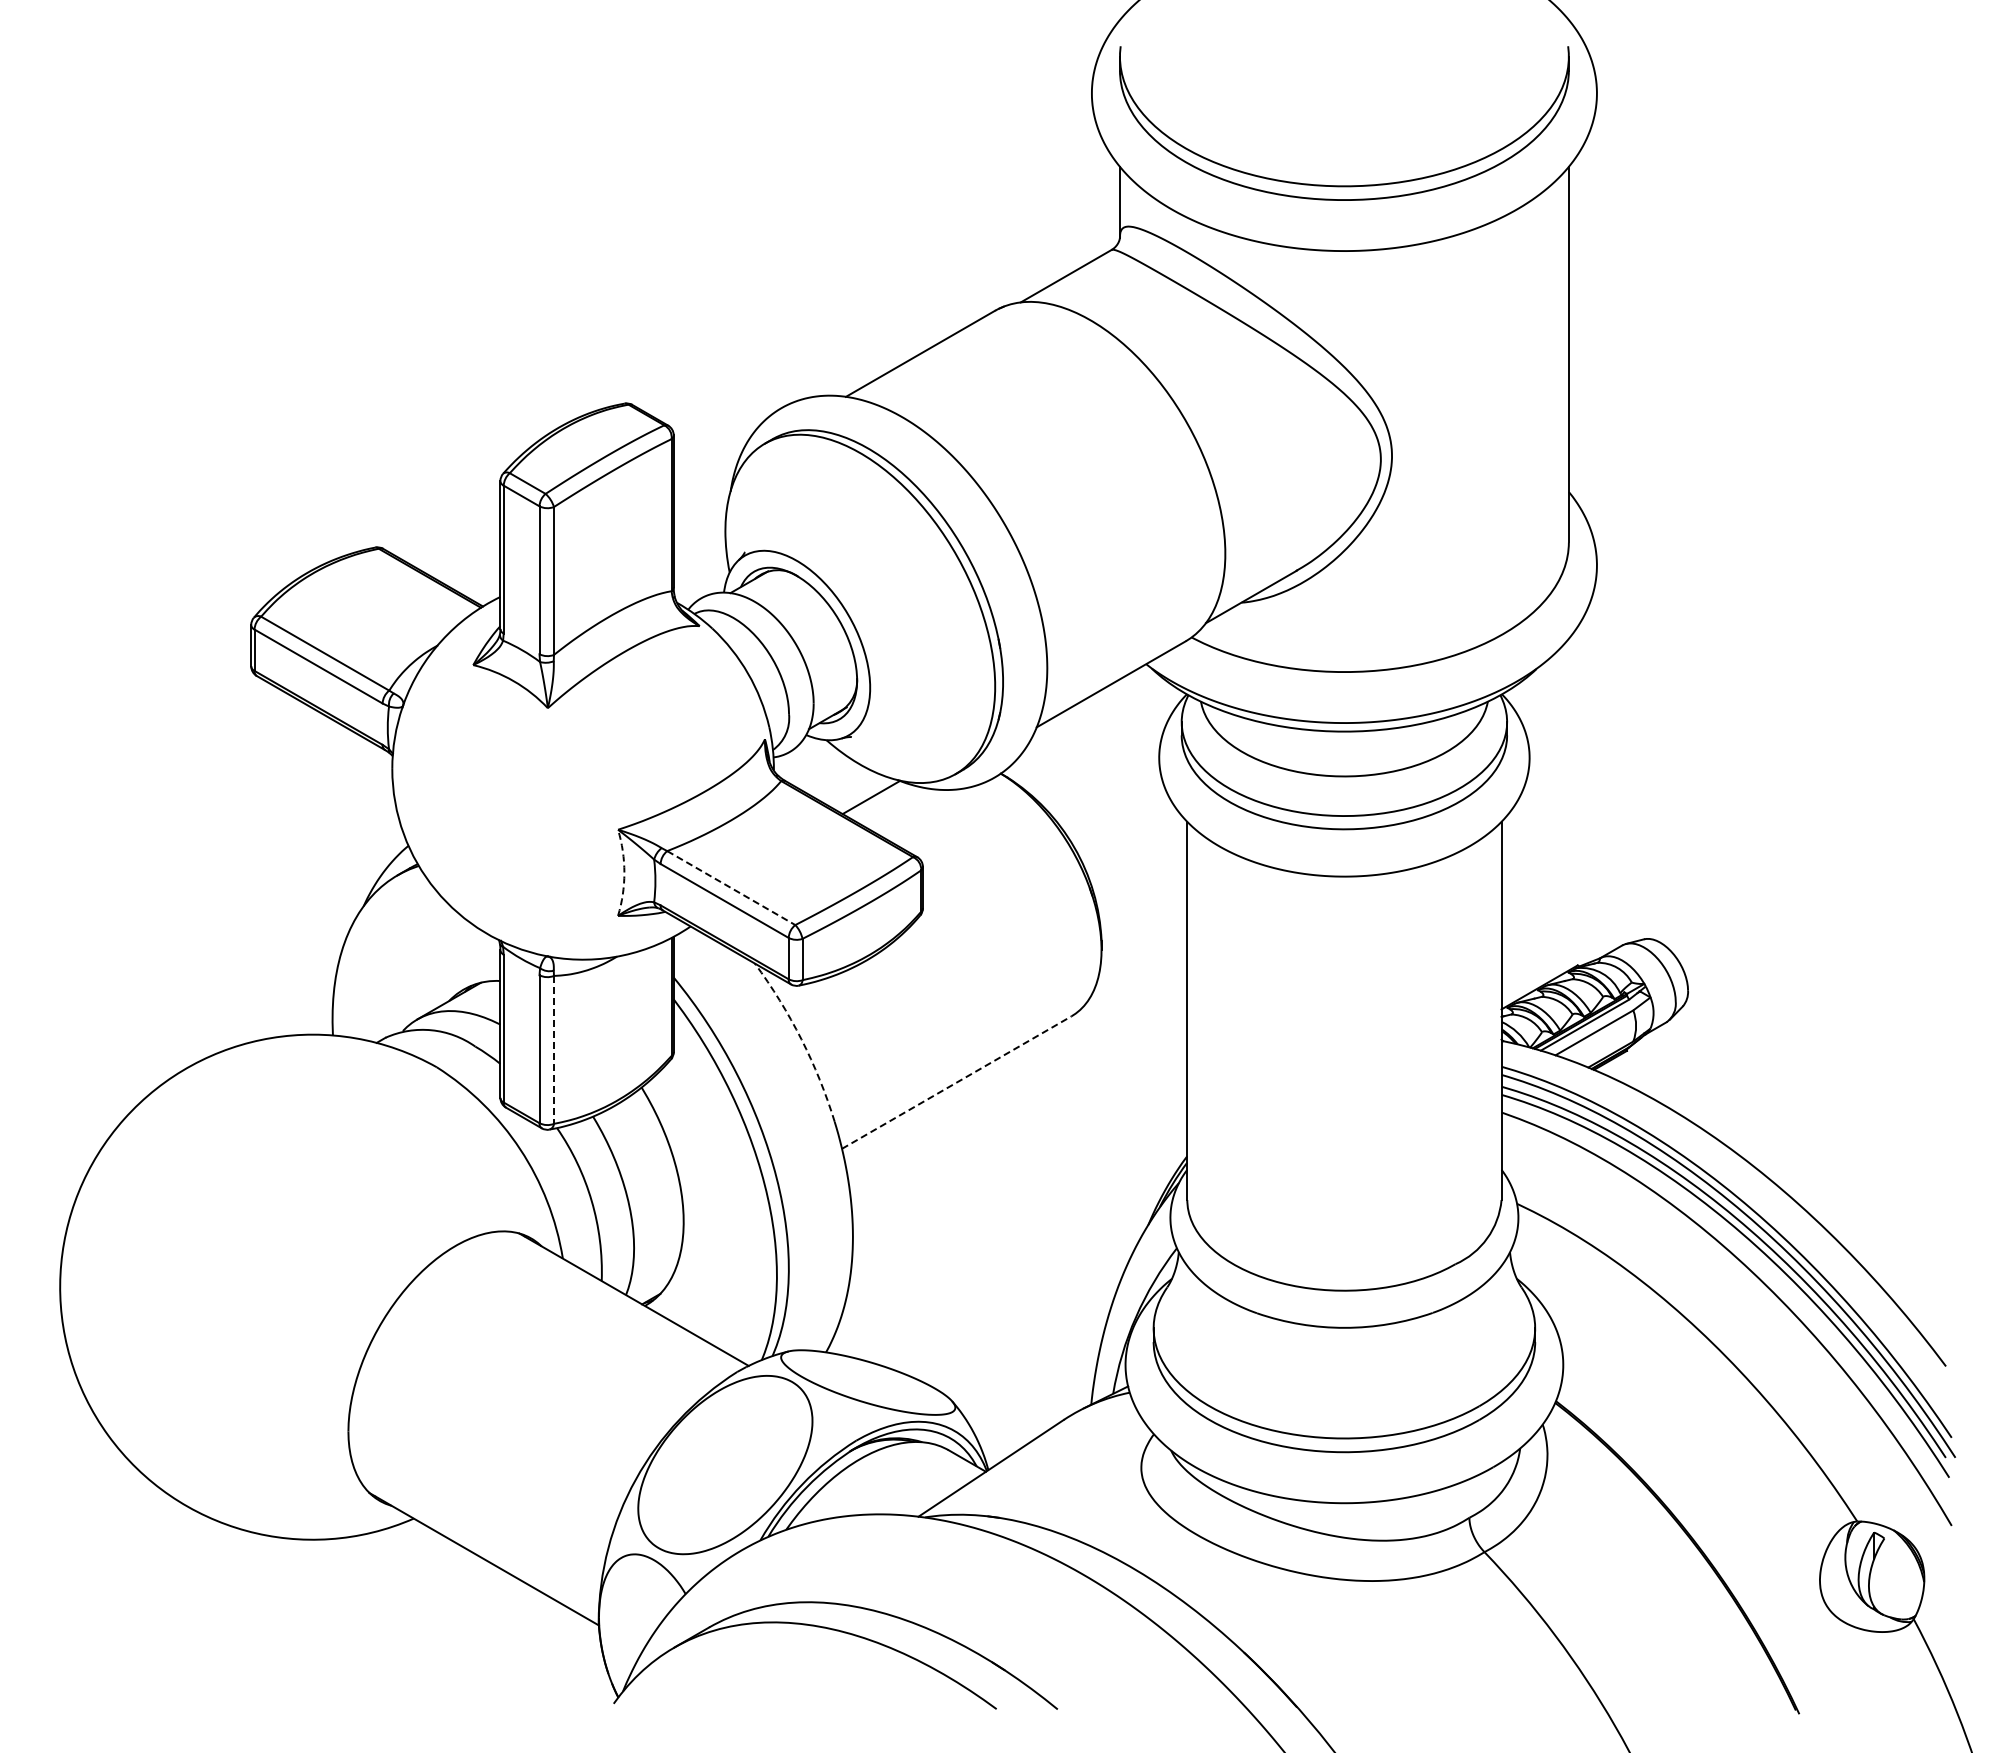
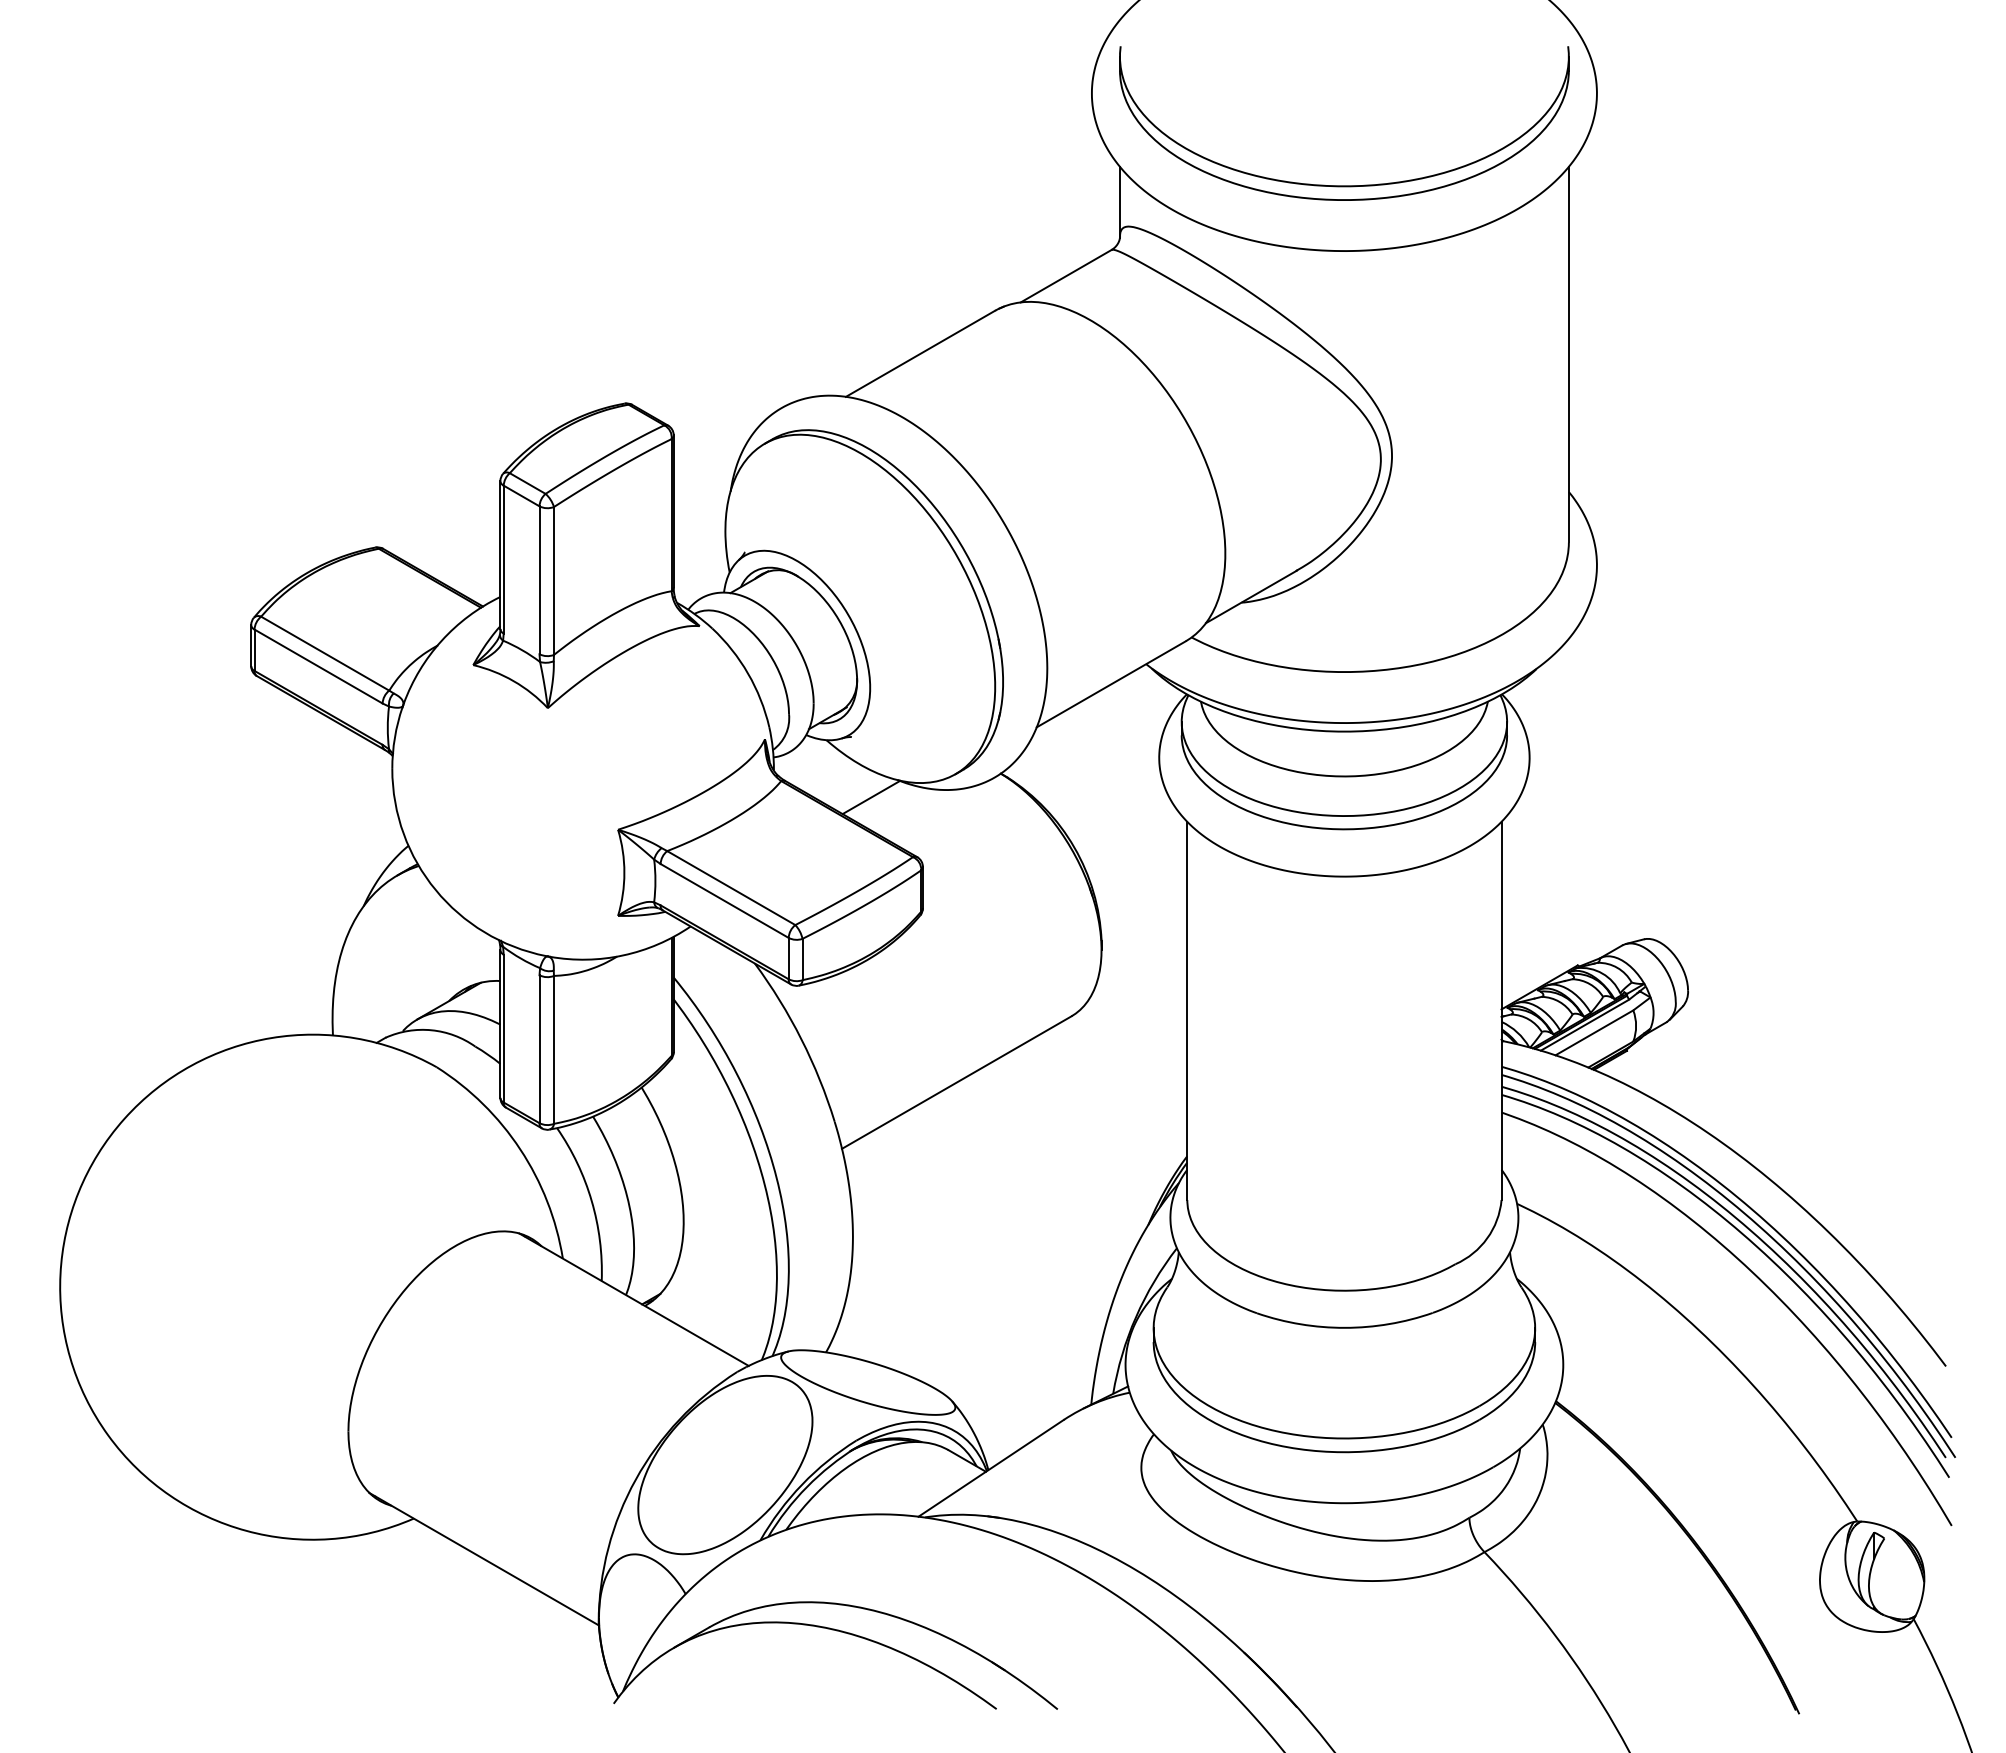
arc at (624, 872): dashed -> solid
line at (731, 888): dashed -> solid
arc at (801, 1039): dashed -> solid
line at (553, 1049): dashed -> solid
line at (956, 1082): dashed -> solid
